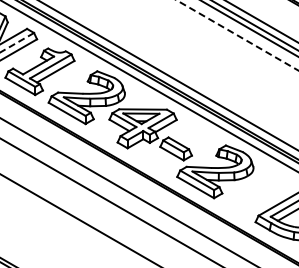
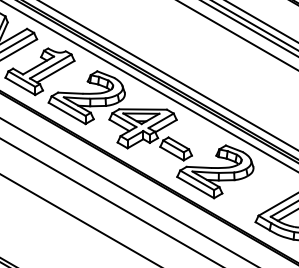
line at (237, 35): dashed -> solid
line at (17, 42): dashed -> solid
